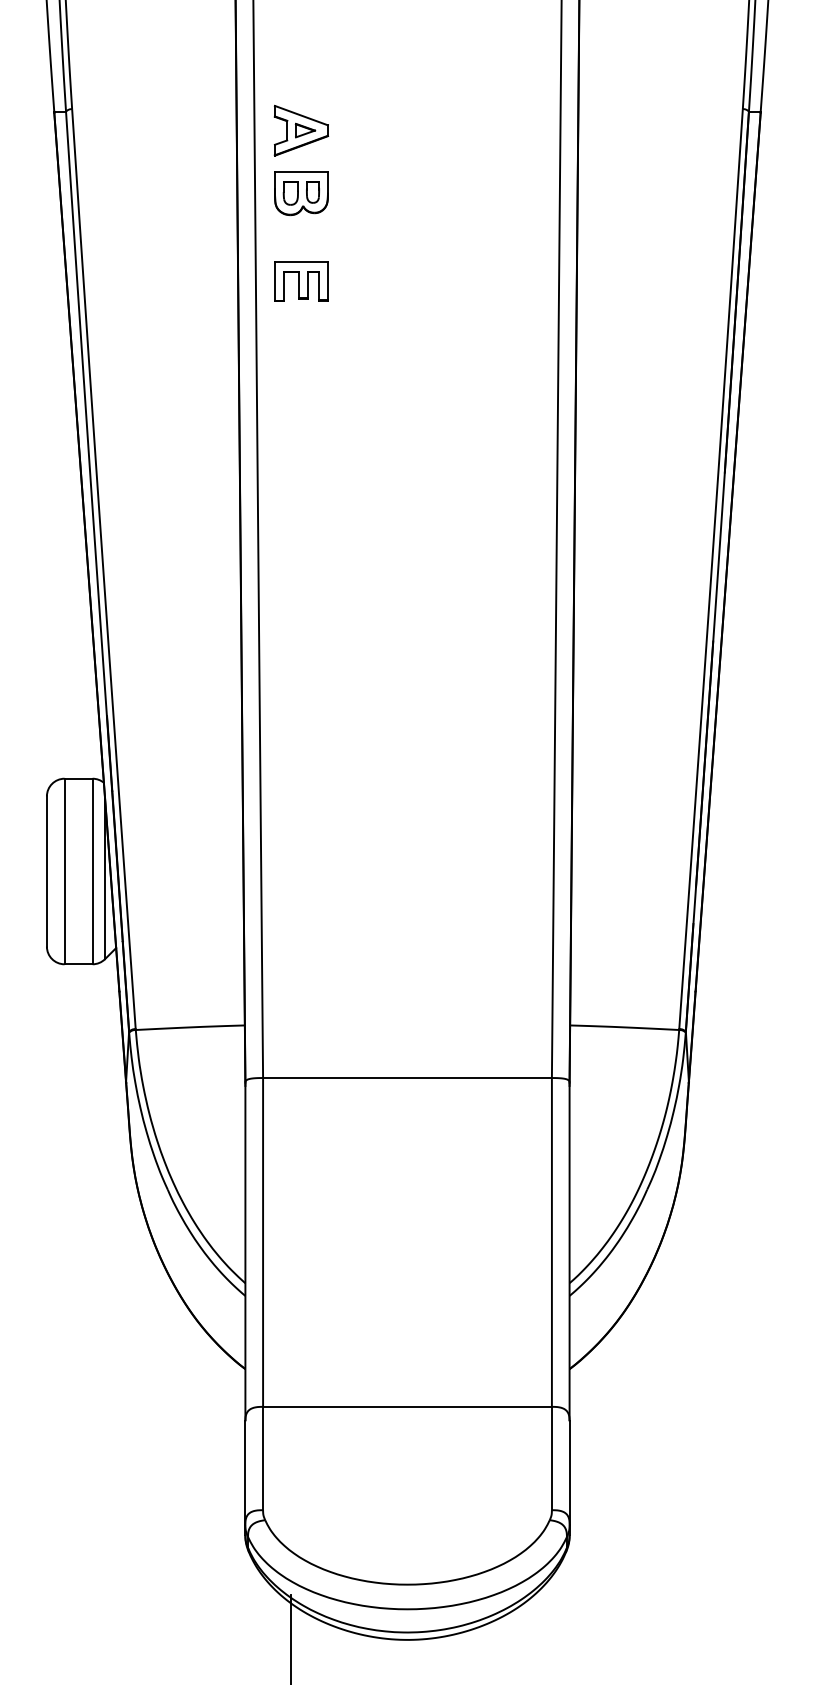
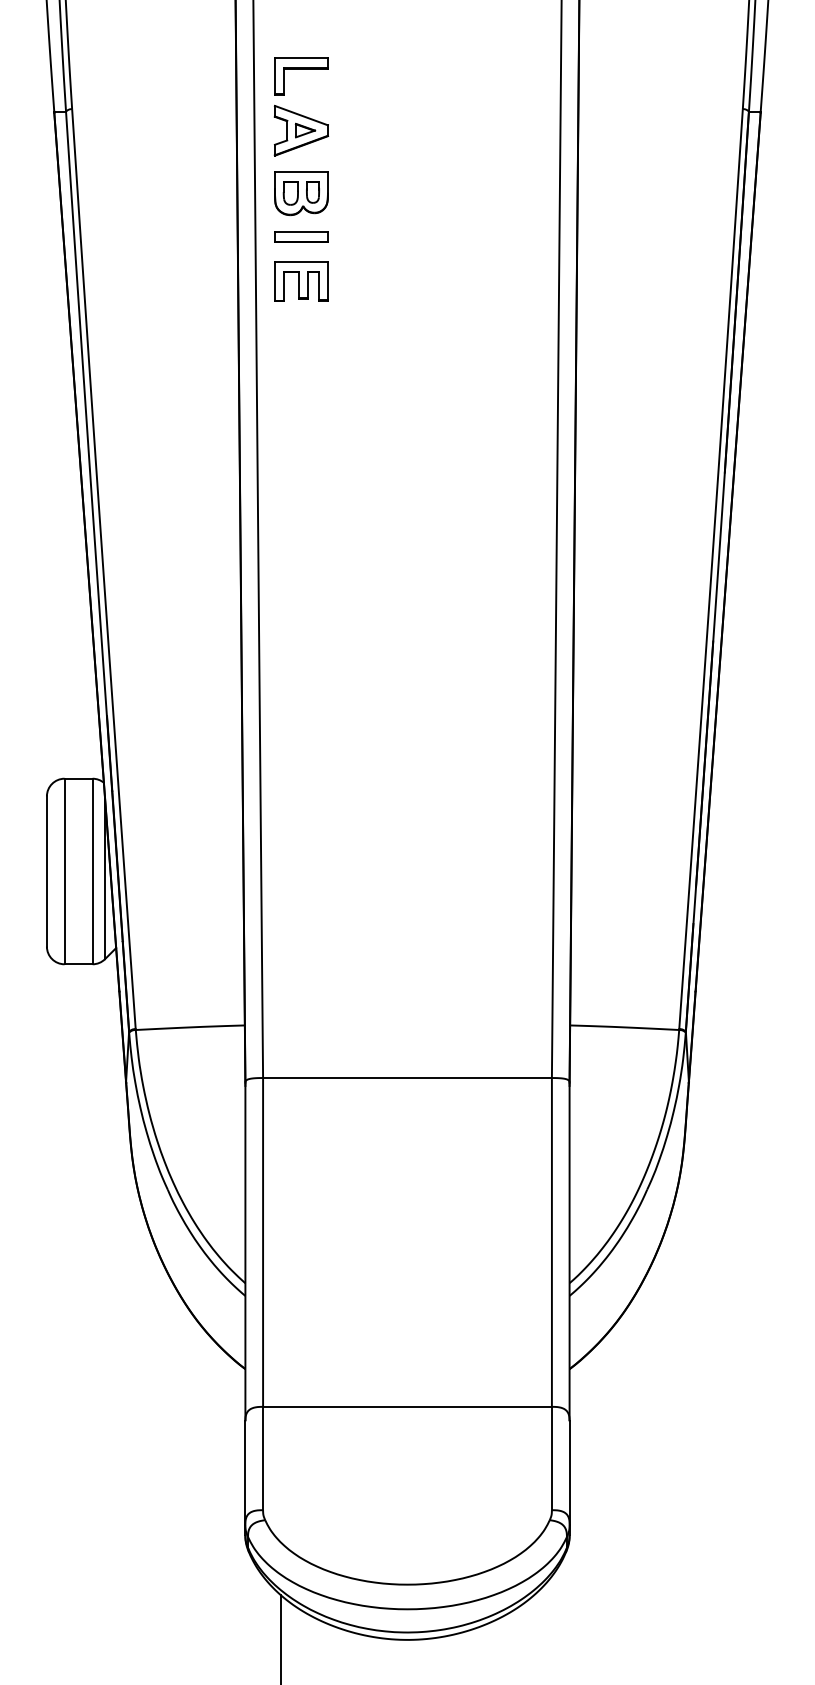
part at (301, 69): none -> present
part at (301, 236): none -> present
line at (291, 1638) position: (291, 1638) -> (281, 1638)
